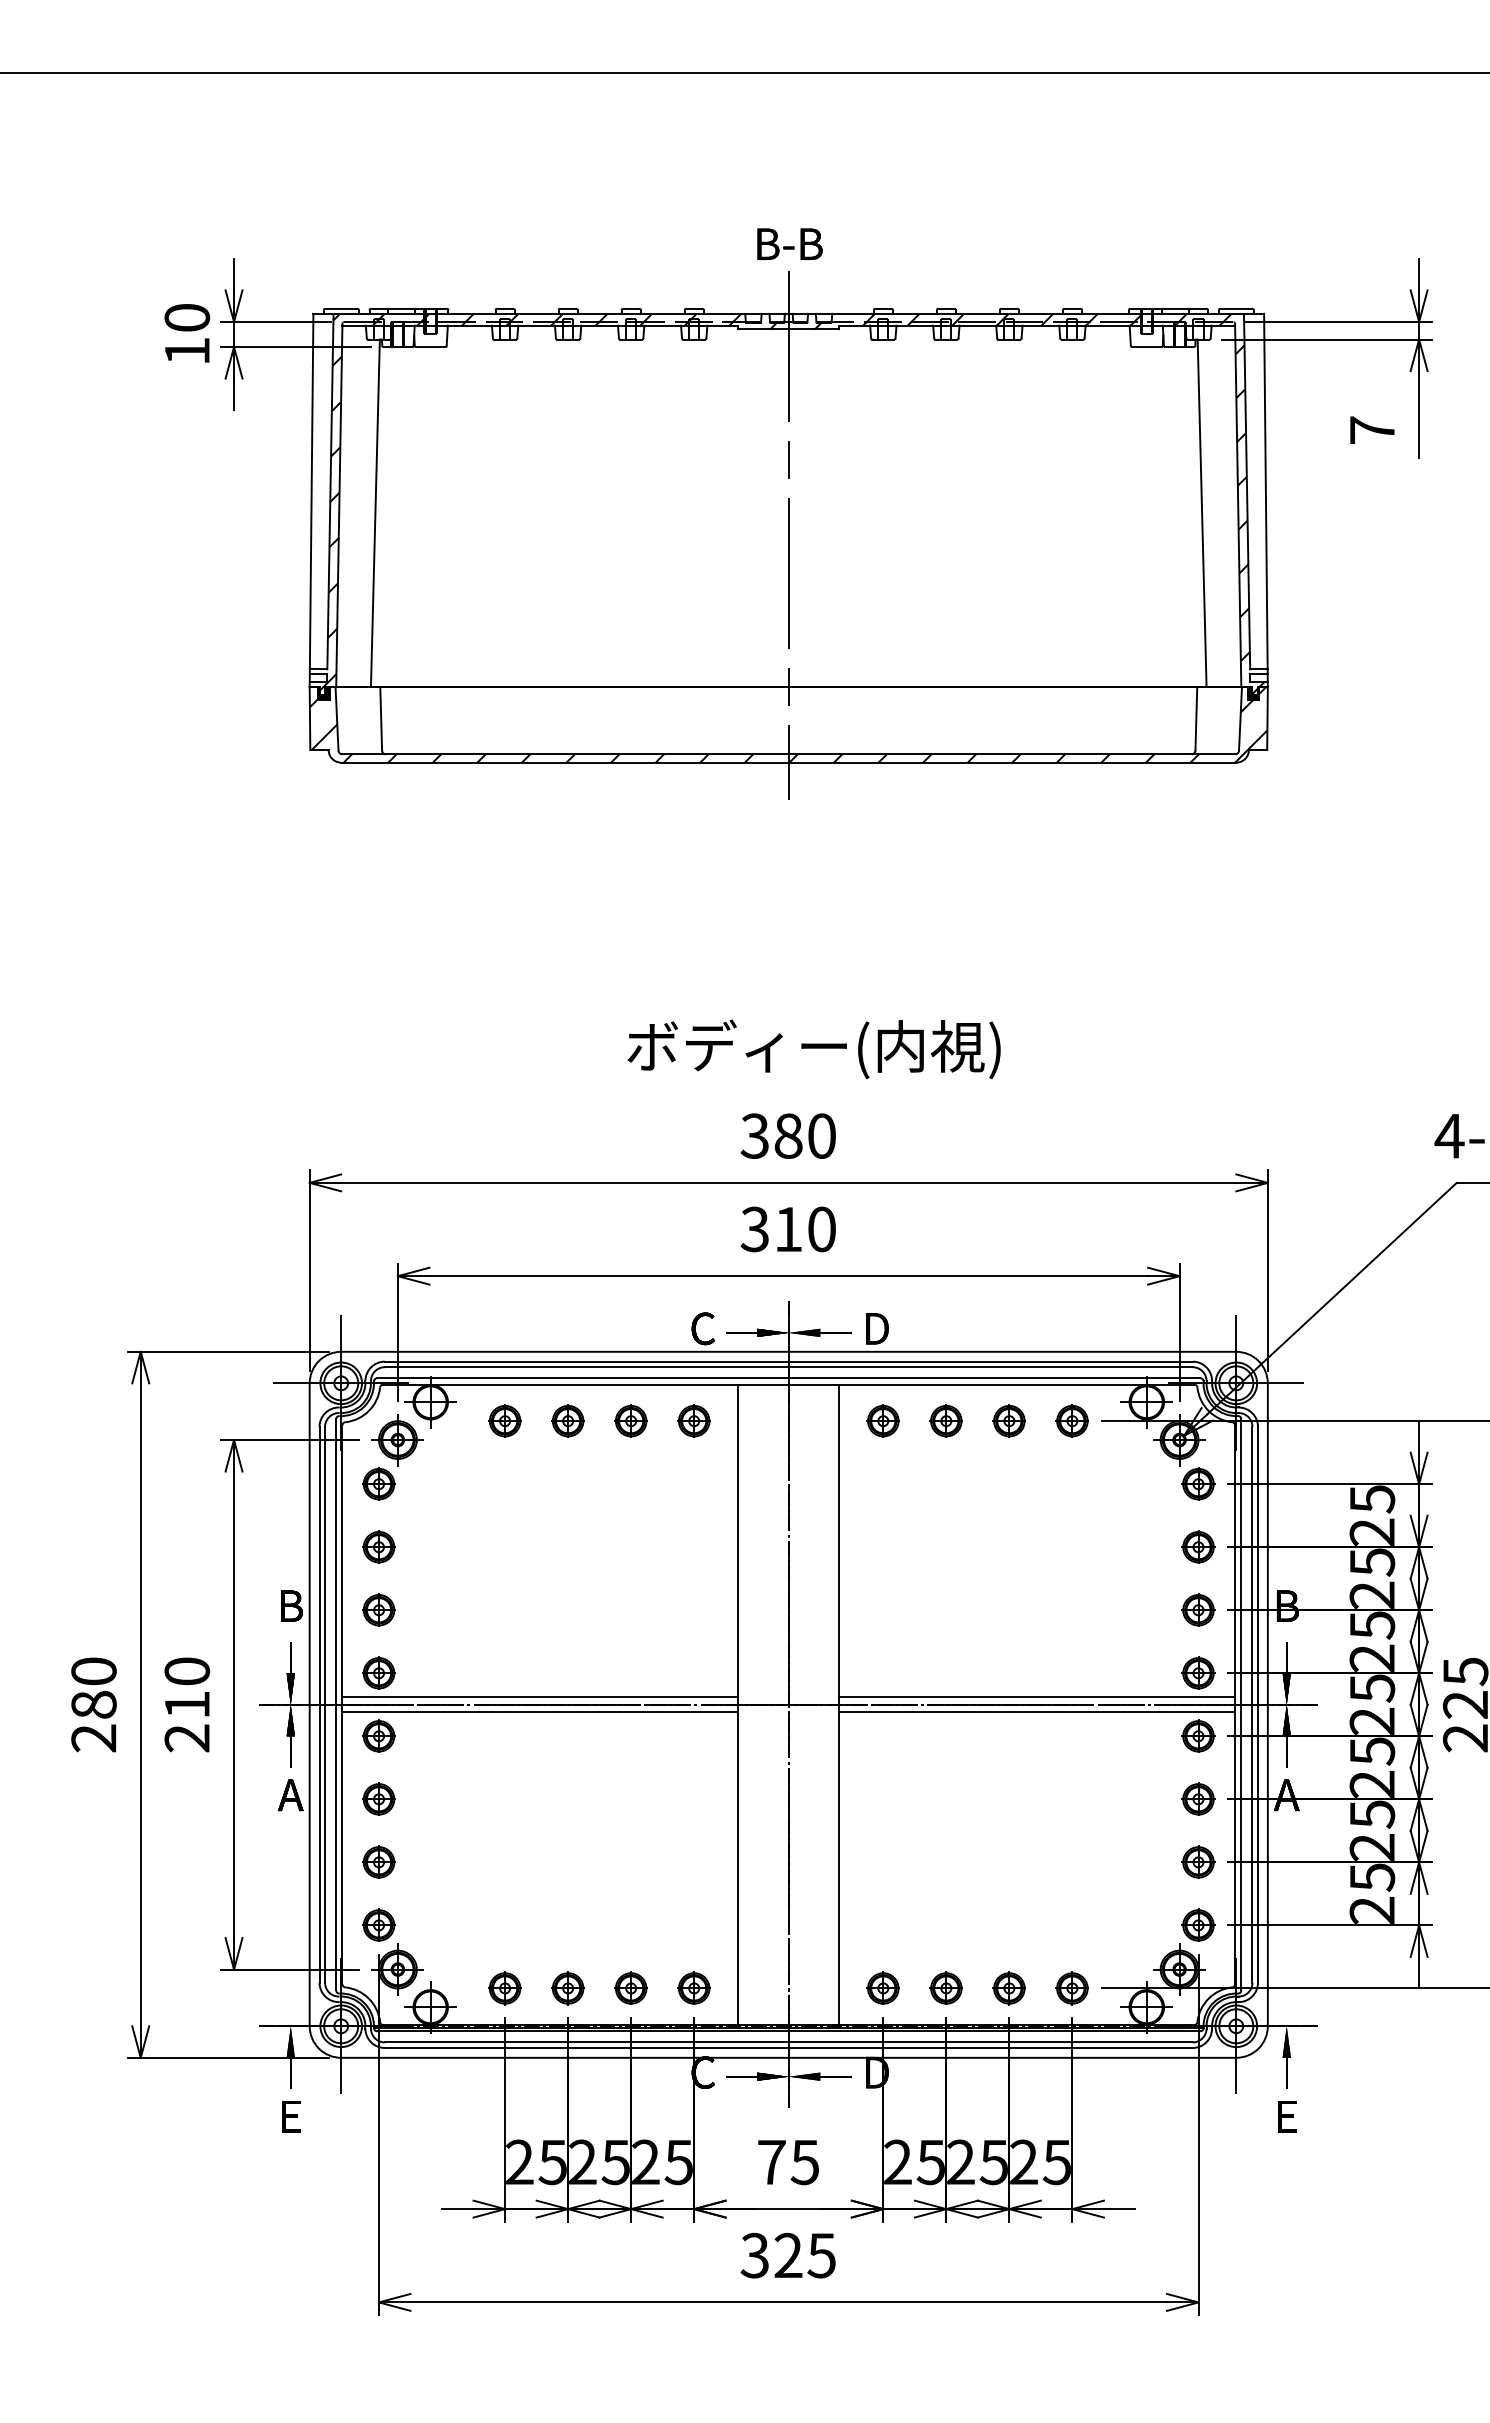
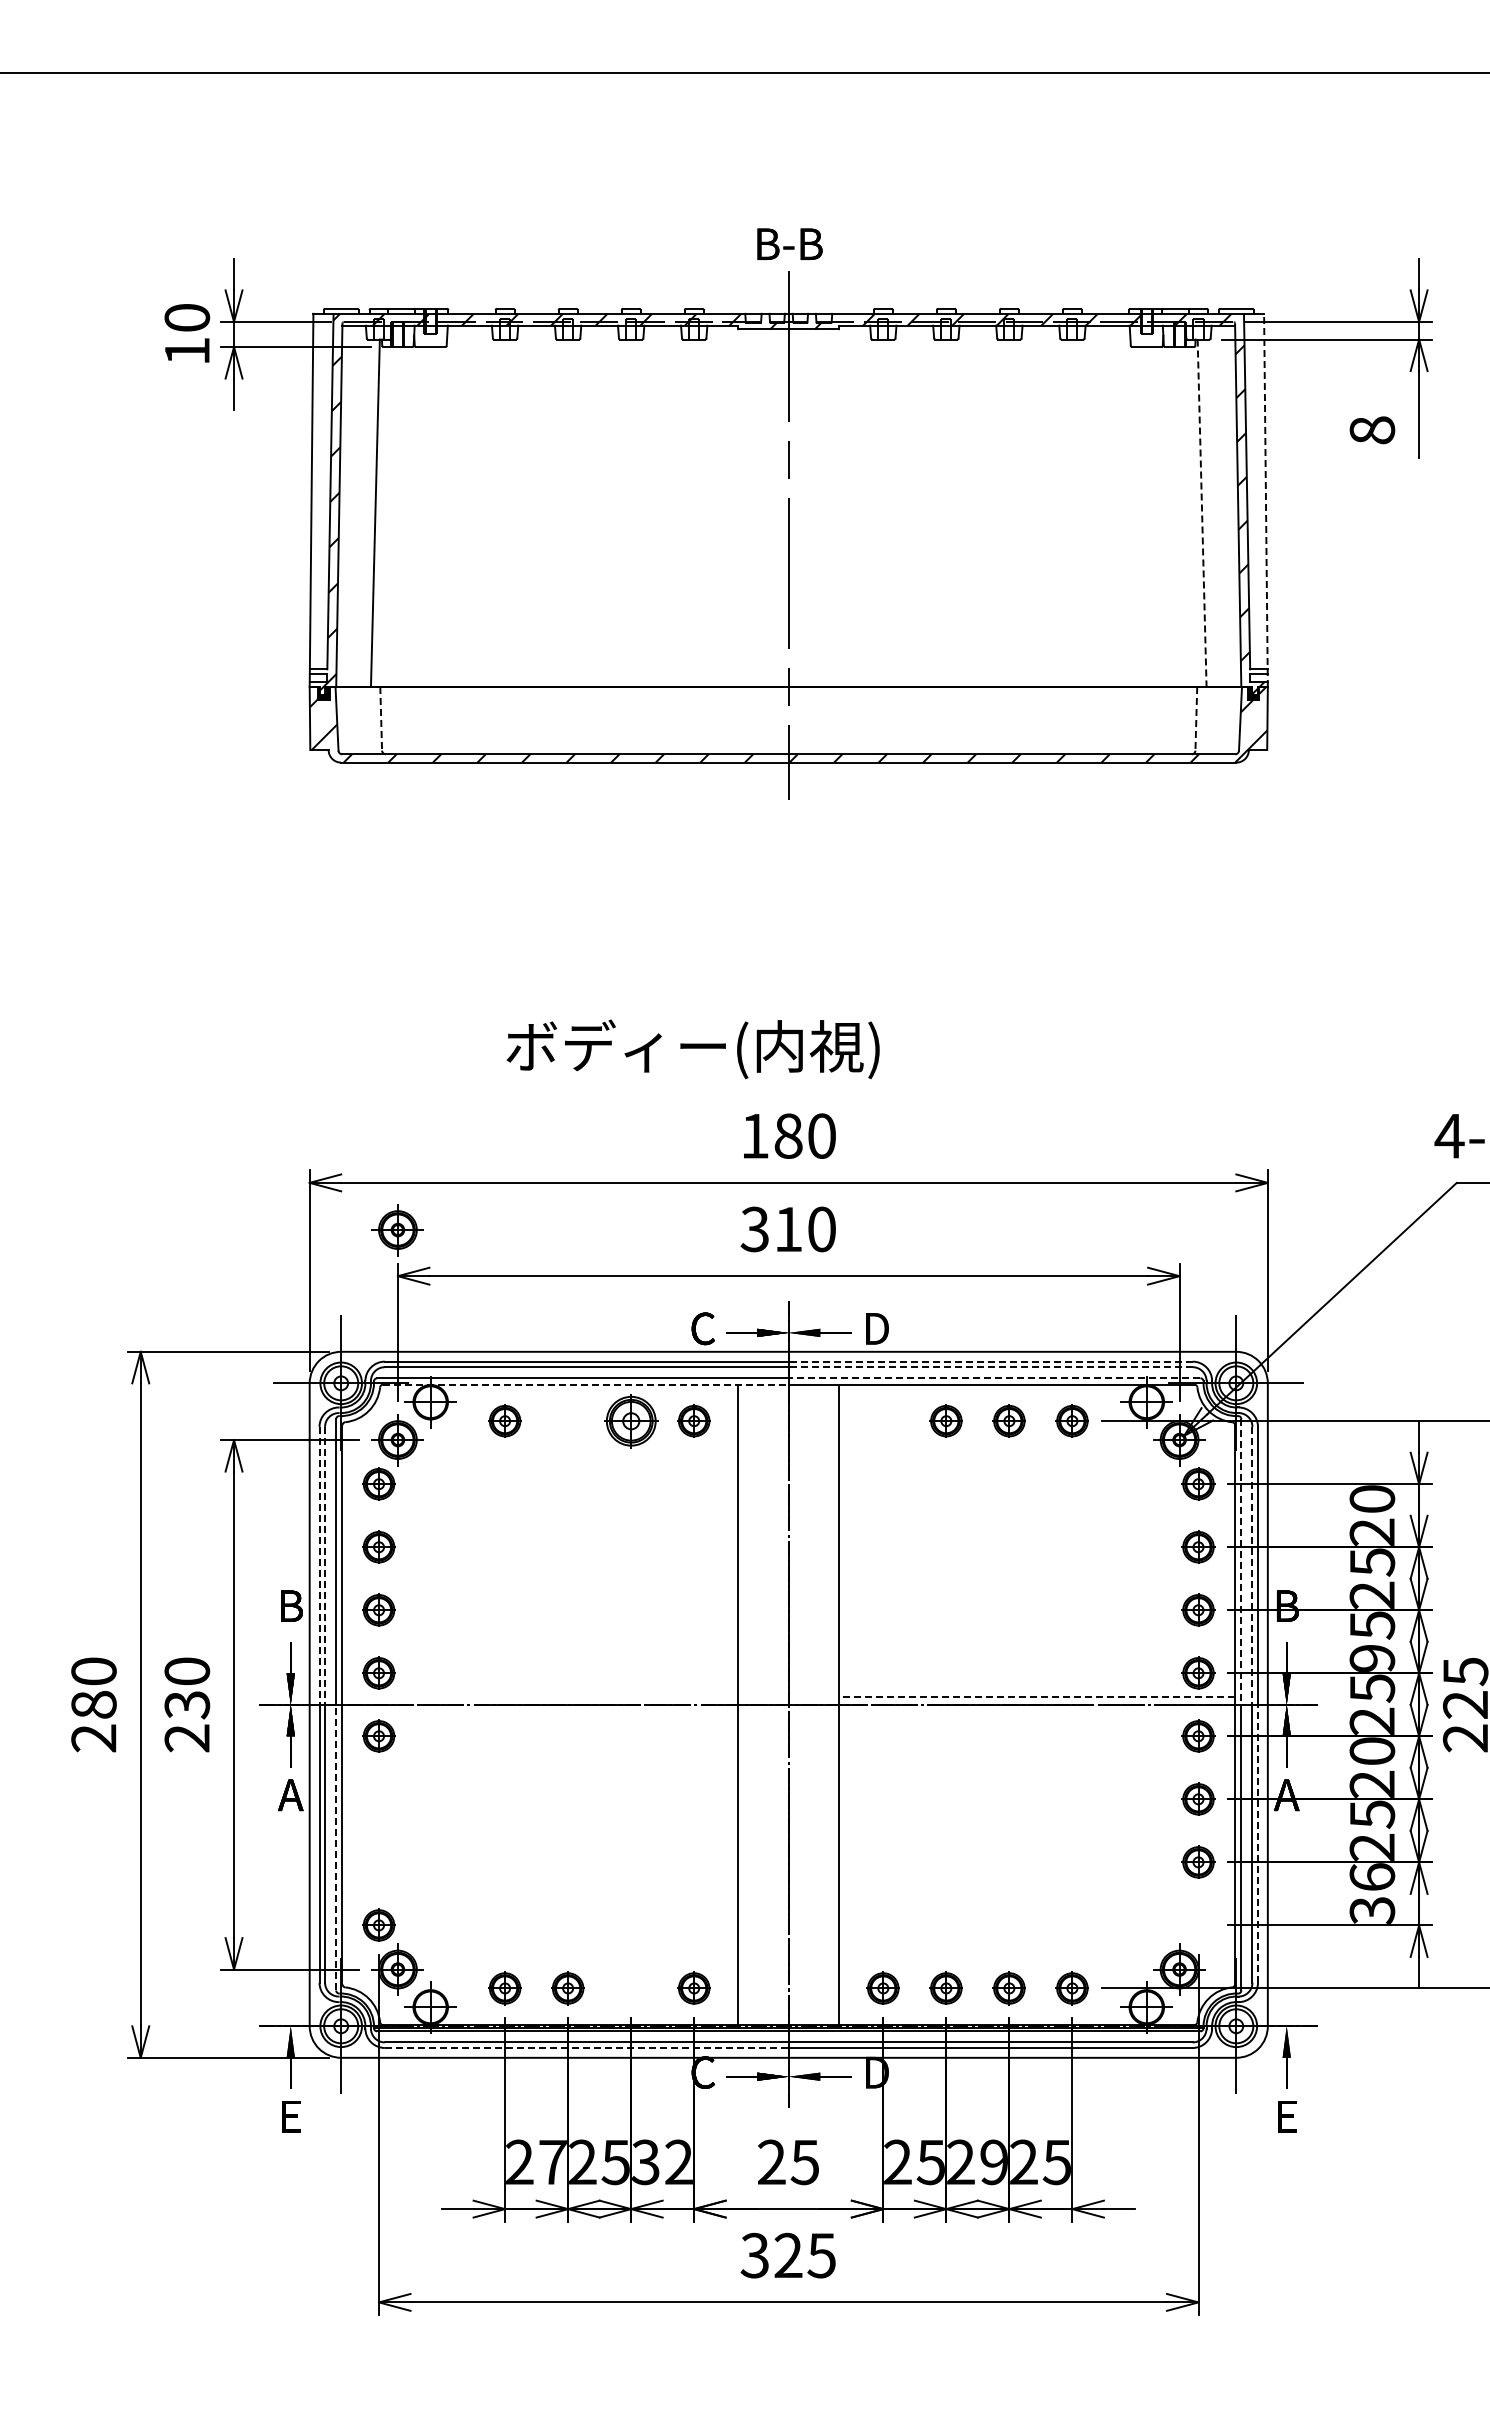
text at (1372, 430): 7 -> 8
line at (1265, 500): solid -> dashed
line at (1202, 513): solid -> dashed
line at (381, 718): solid -> dashed
line at (1196, 718): solid -> dashed
text at (813, 1049) position: (813, 1049) -> (692, 1049)
text at (754, 1135): 380 -> 180
part at (397, 1230): none -> present
line at (990, 1361): solid -> dashed
line at (990, 1367): solid -> dashed
line at (994, 1378): solid -> dashed
line at (586, 1384): solid -> dashed
part at (567, 1420): present -> none
part at (630, 1420) size: 34x34 px -> 55x55 px
part at (882, 1420): present -> none
text at (1372, 1499): 25 -> 20
line at (1241, 1562): solid -> dashed
line at (319, 1565): solid -> dashed
line at (325, 1565): solid -> dashed
line at (1252, 1565): solid -> dashed
text at (1372, 1657): 25 -> 95
line at (540, 1697): present -> none
line at (1037, 1697): solid -> dashed
text at (187, 1705): 210 -> 230
line at (540, 1712): present -> none
line at (1037, 1712): present -> none
text at (1372, 1751): 25 -> 20
part at (378, 1798): present -> none
line at (1258, 1843): solid -> dashed
line at (336, 1847): solid -> dashed
part at (378, 1861): present -> none
text at (1372, 1893): 25 -> 36
part at (1198, 1924): present -> none
part at (630, 1987): present -> none
line at (586, 2047): solid -> dashed
text at (771, 2161): 75 -> 25
text at (552, 2162): 25 -> 27
text at (662, 2162): 25 -> 32
text at (993, 2162): 25 -> 29
